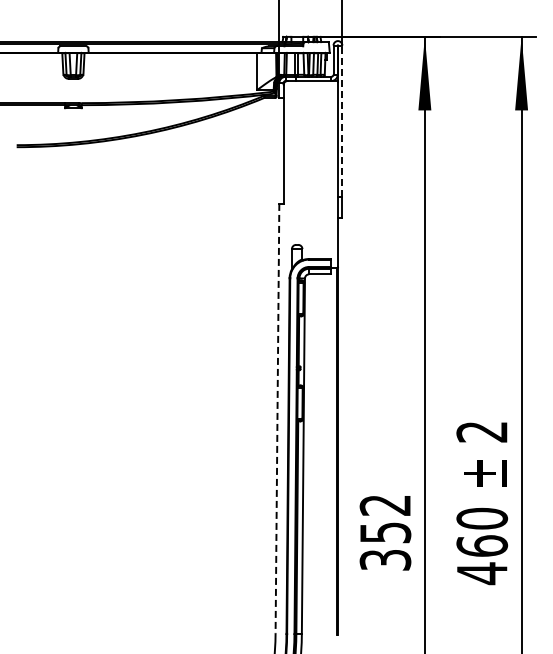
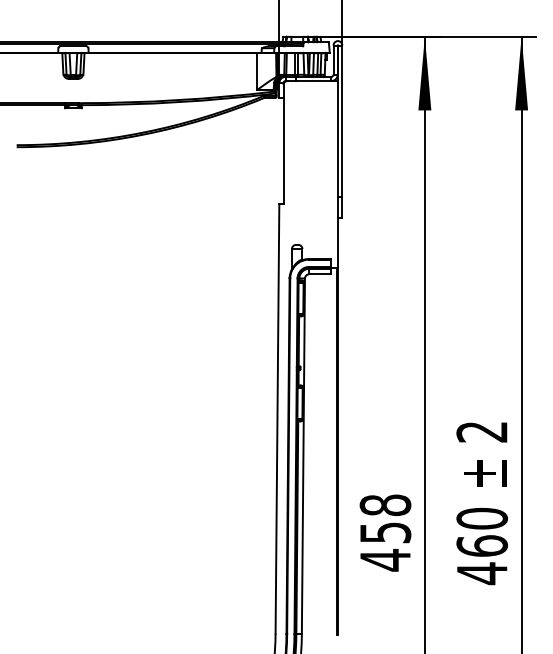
line at (342, 121): dashed -> solid
line at (277, 418): dashed -> solid
text at (385, 532): 352 -> 458
